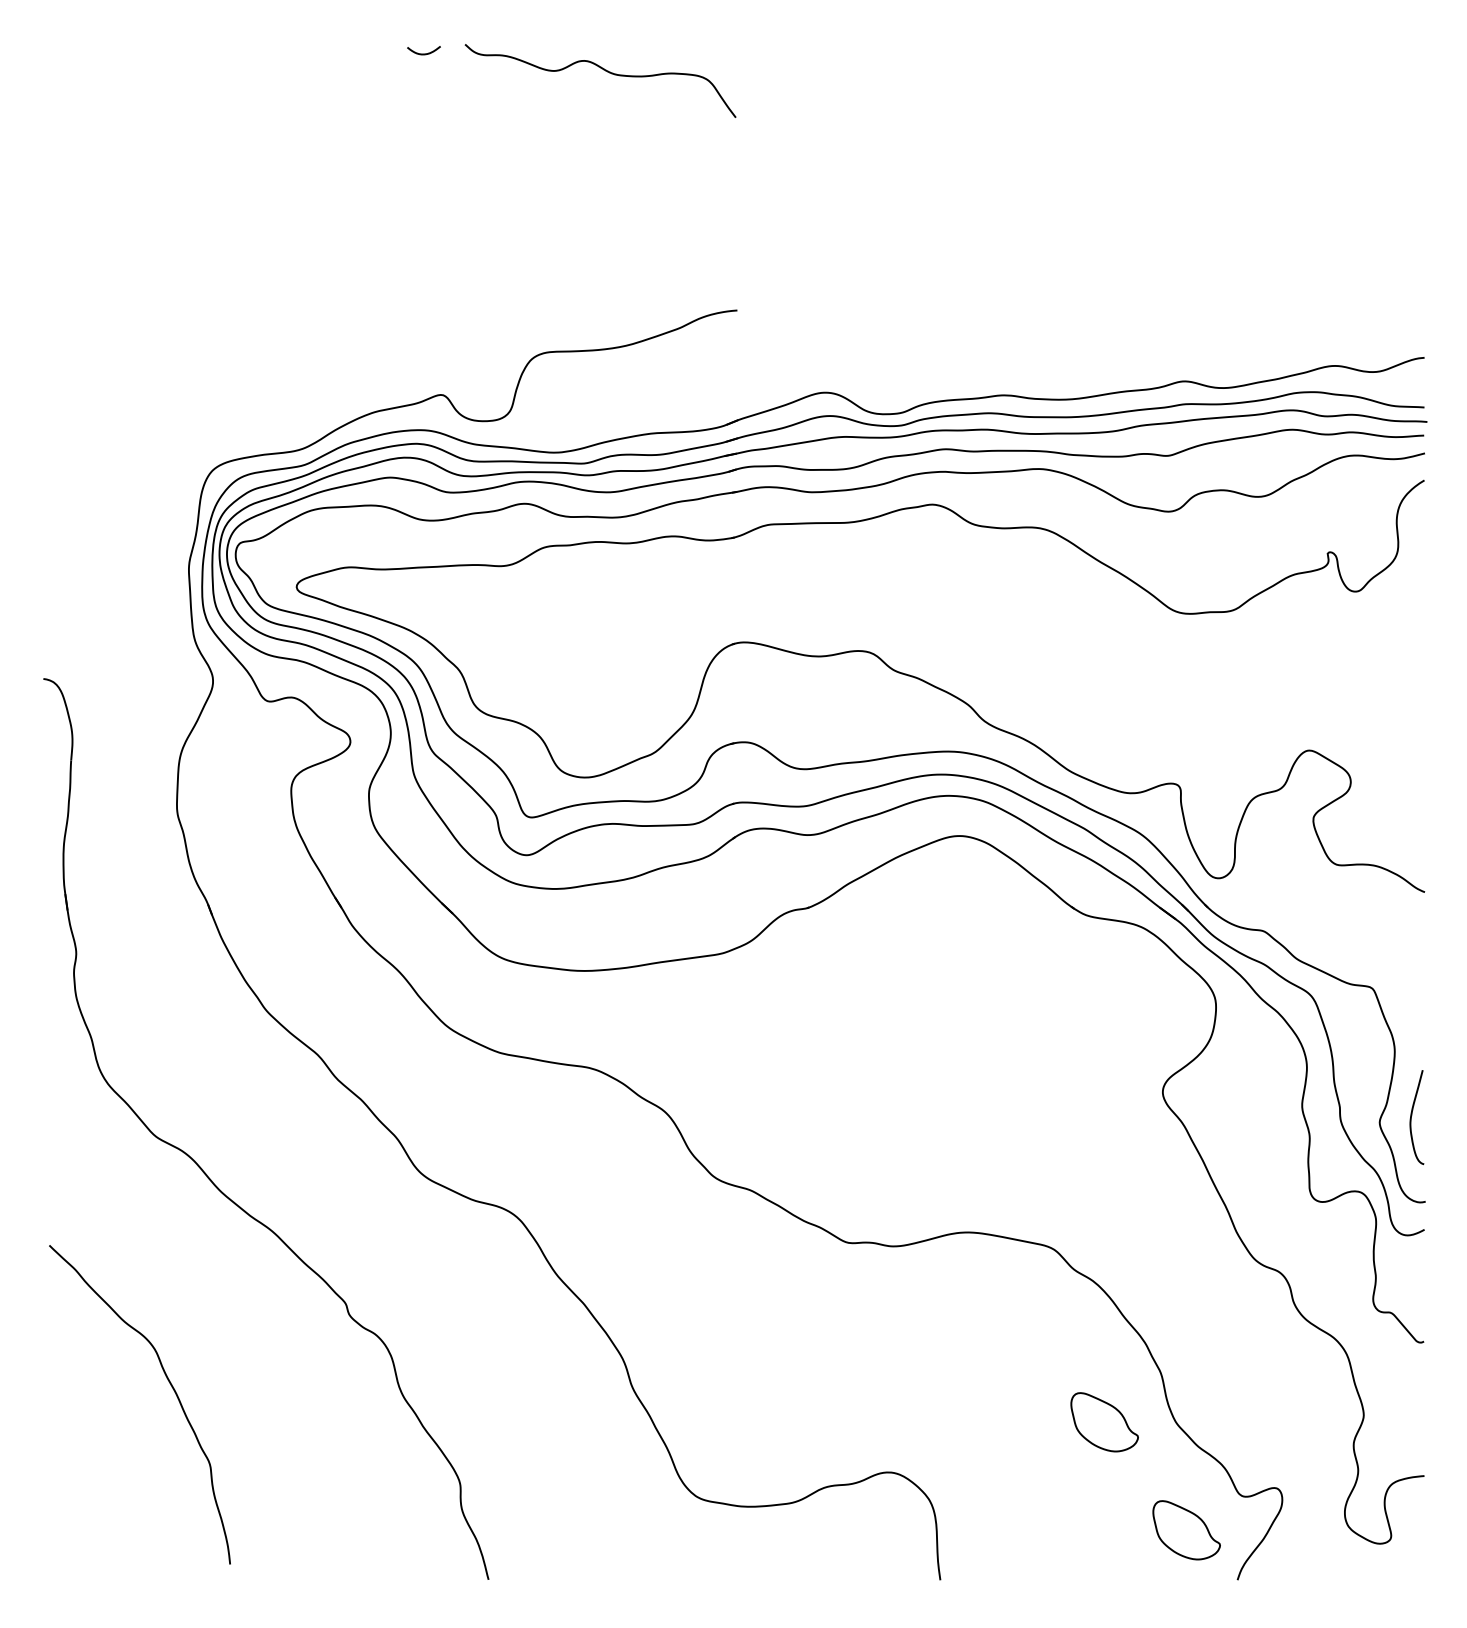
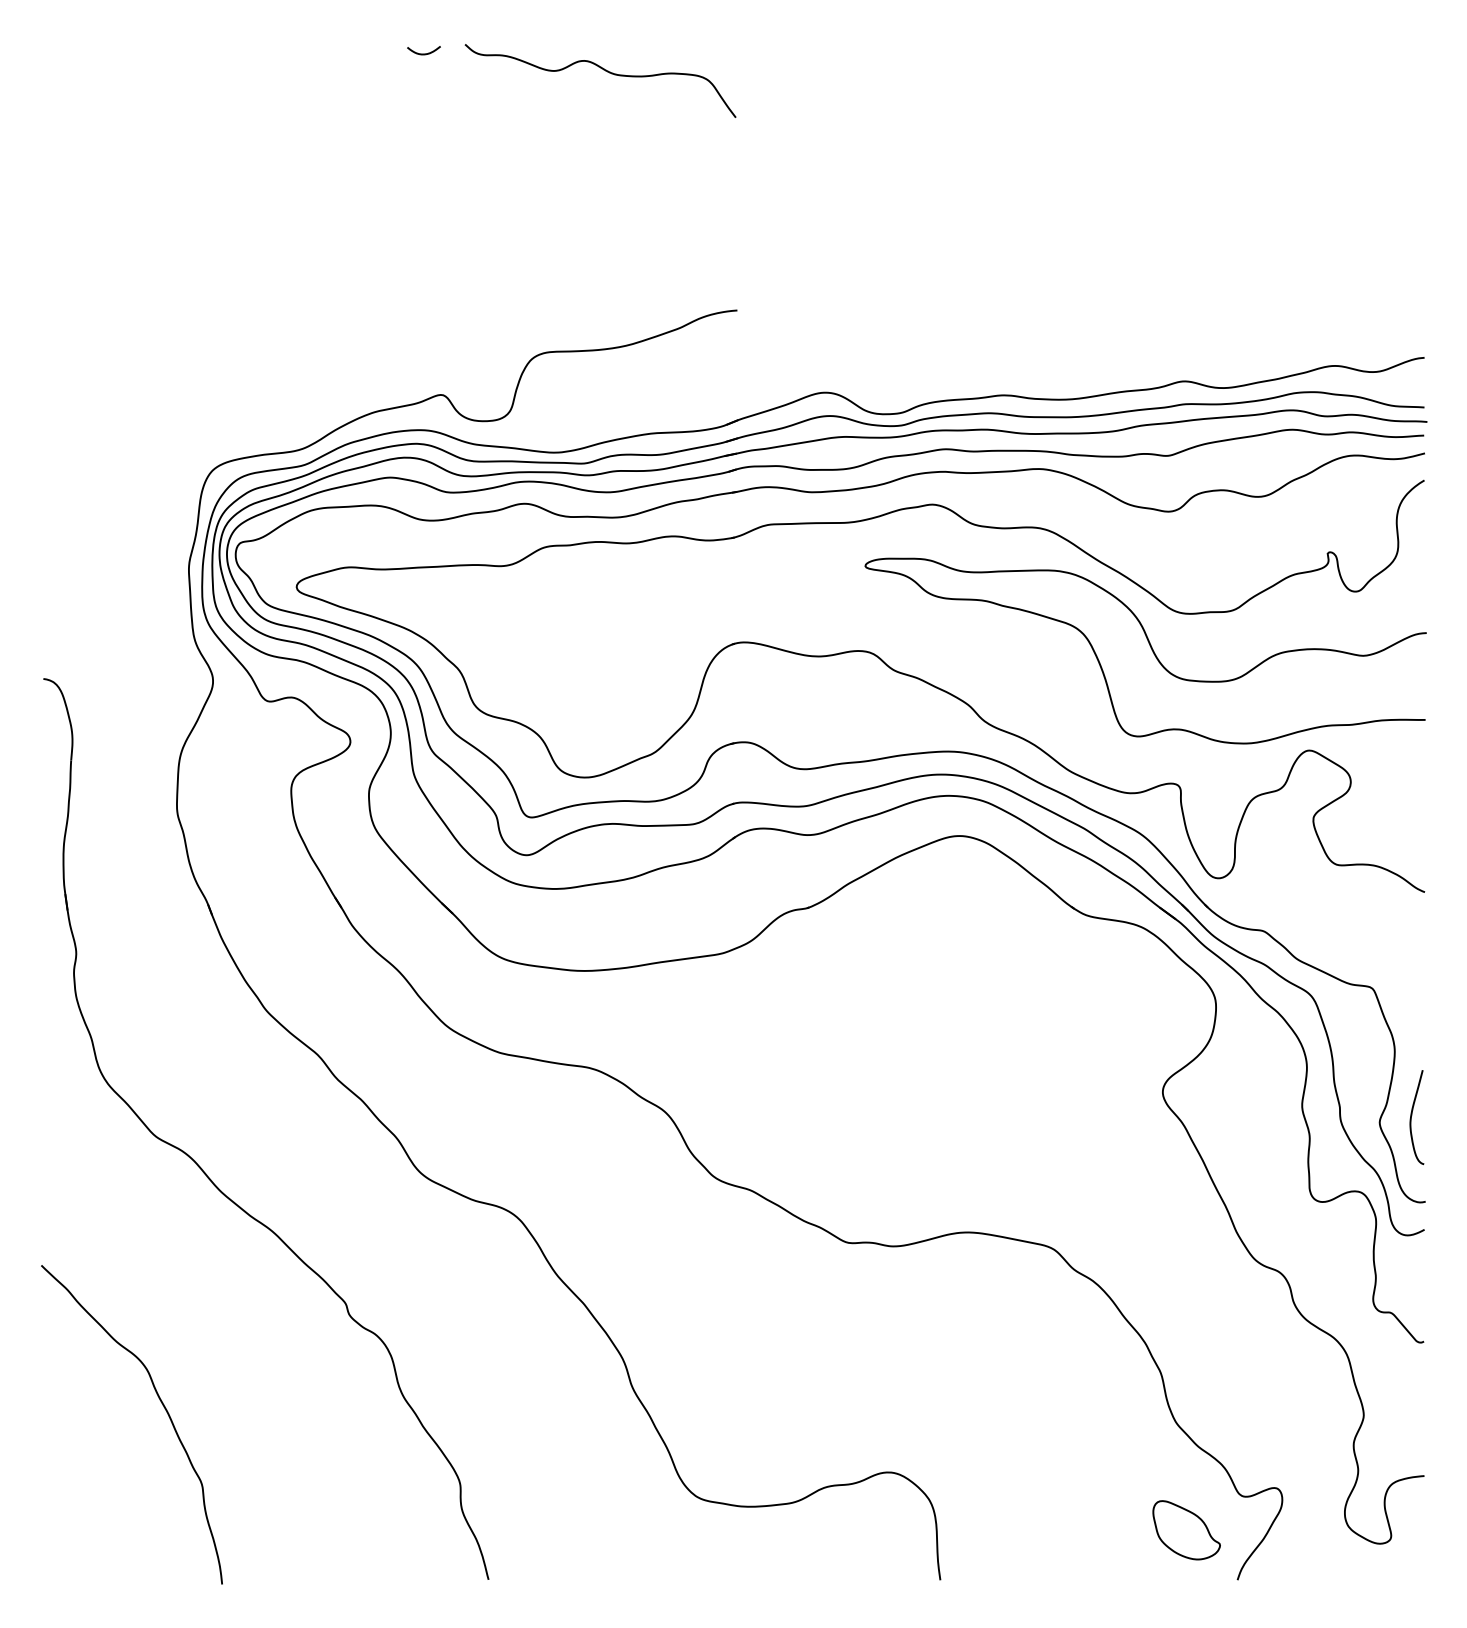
curve at (1150, 648): none -> present
curve at (171, 1387) position: (171, 1387) -> (163, 1407)
part at (1104, 1422): present -> none
